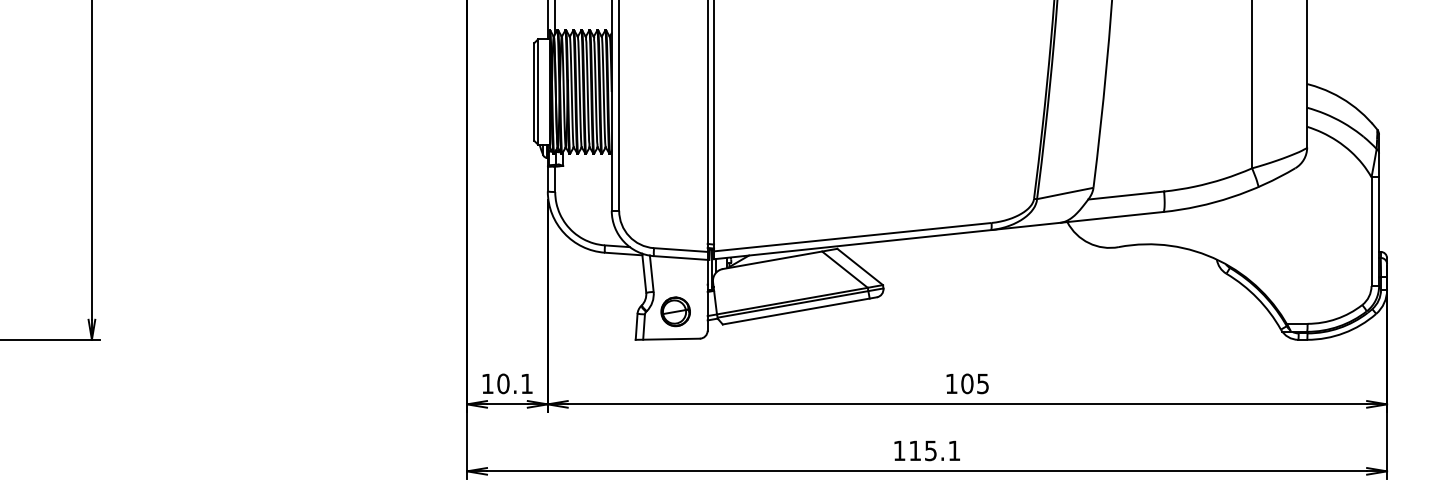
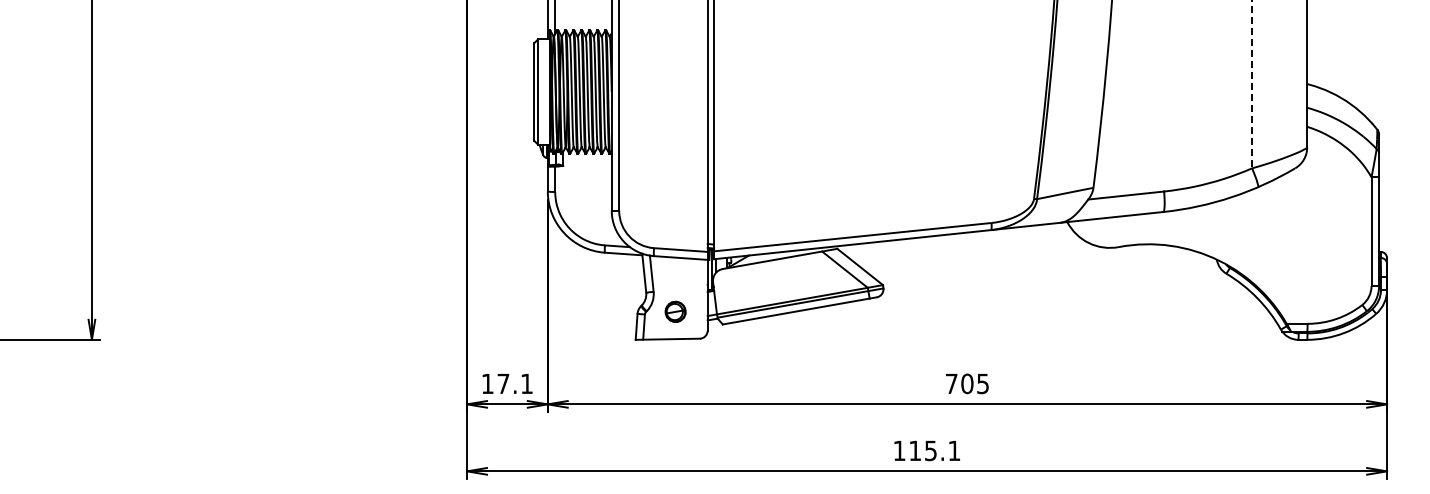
line at (1252, 84): solid -> dashed
part at (675, 311) size: 31x32 px -> 23x23 px
text at (503, 383): 10.1 -> 17.1
text at (951, 383): 105 -> 705
